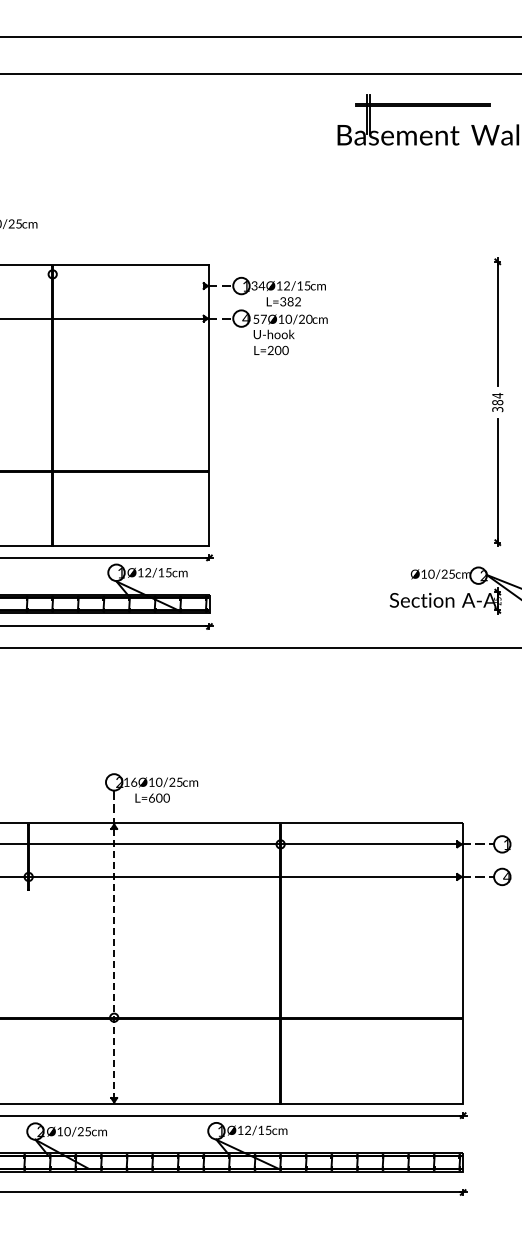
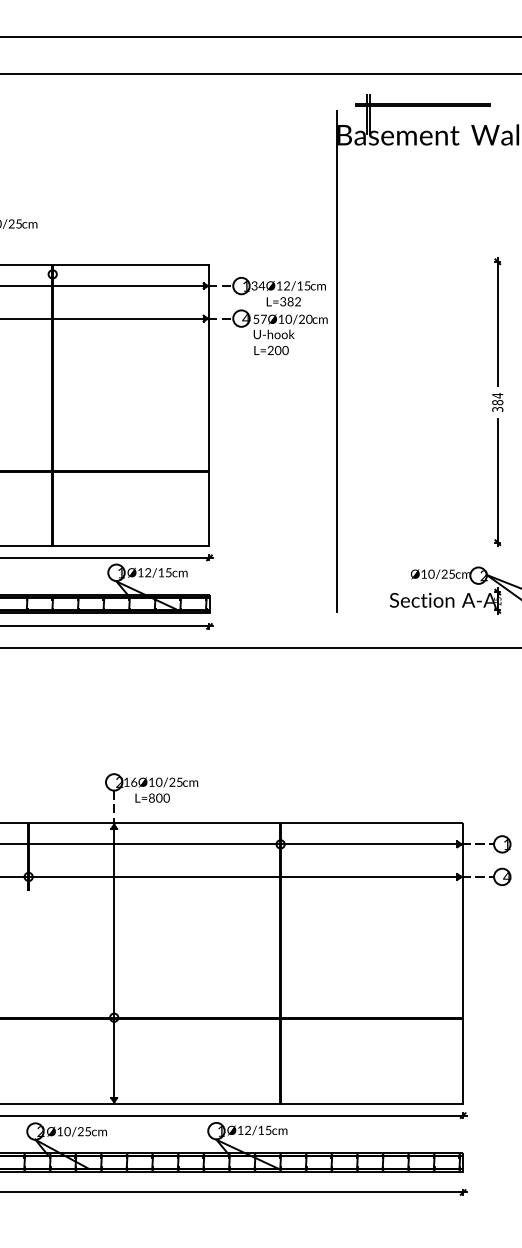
line at (102, 286): none -> present
line at (337, 360): none -> present
text at (151, 797): L=600 -> L=800
line at (114, 963): dashed -> solid
